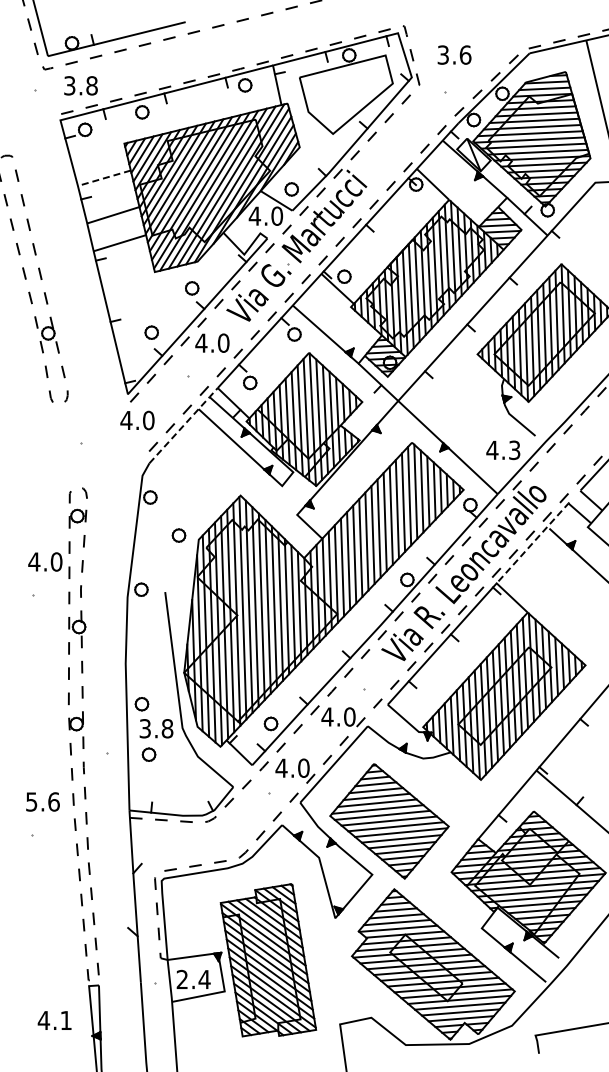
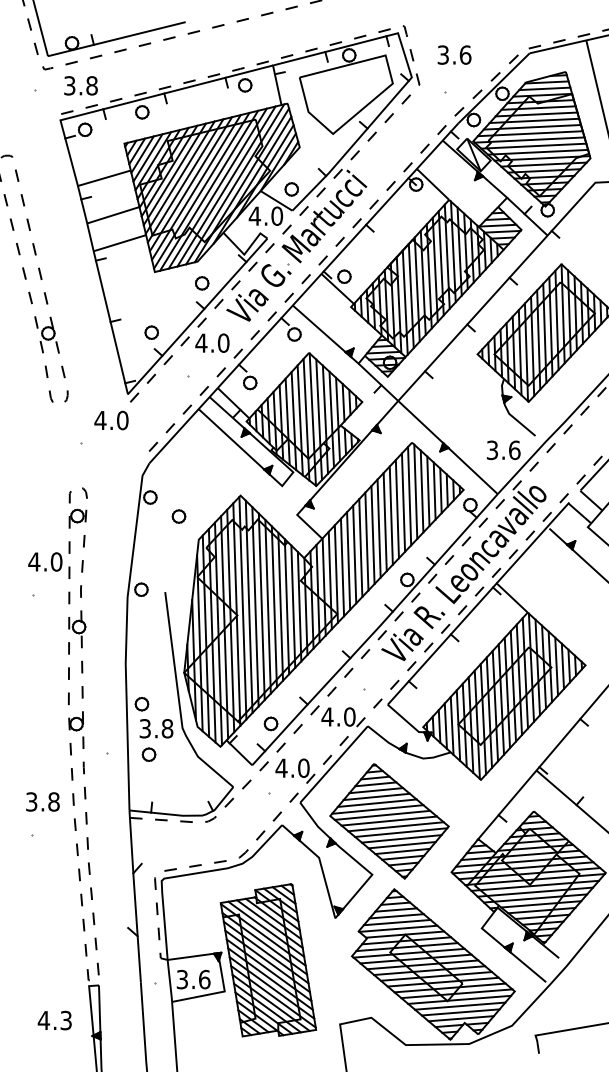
line at (104, 178): dashed -> solid
part at (192, 288) position: (192, 288) -> (202, 283)
text at (137, 420) position: (137, 420) -> (111, 420)
line at (184, 424): dashed -> solid
text at (503, 450): 4.3 -> 3.6
part at (178, 535) position: (178, 535) -> (178, 516)
line at (533, 542): dashed -> solid
text at (42, 801): 5.6 -> 3.8
text at (193, 979): 2.4 -> 3.6
text at (65, 1020): 4.1 -> 4.3
